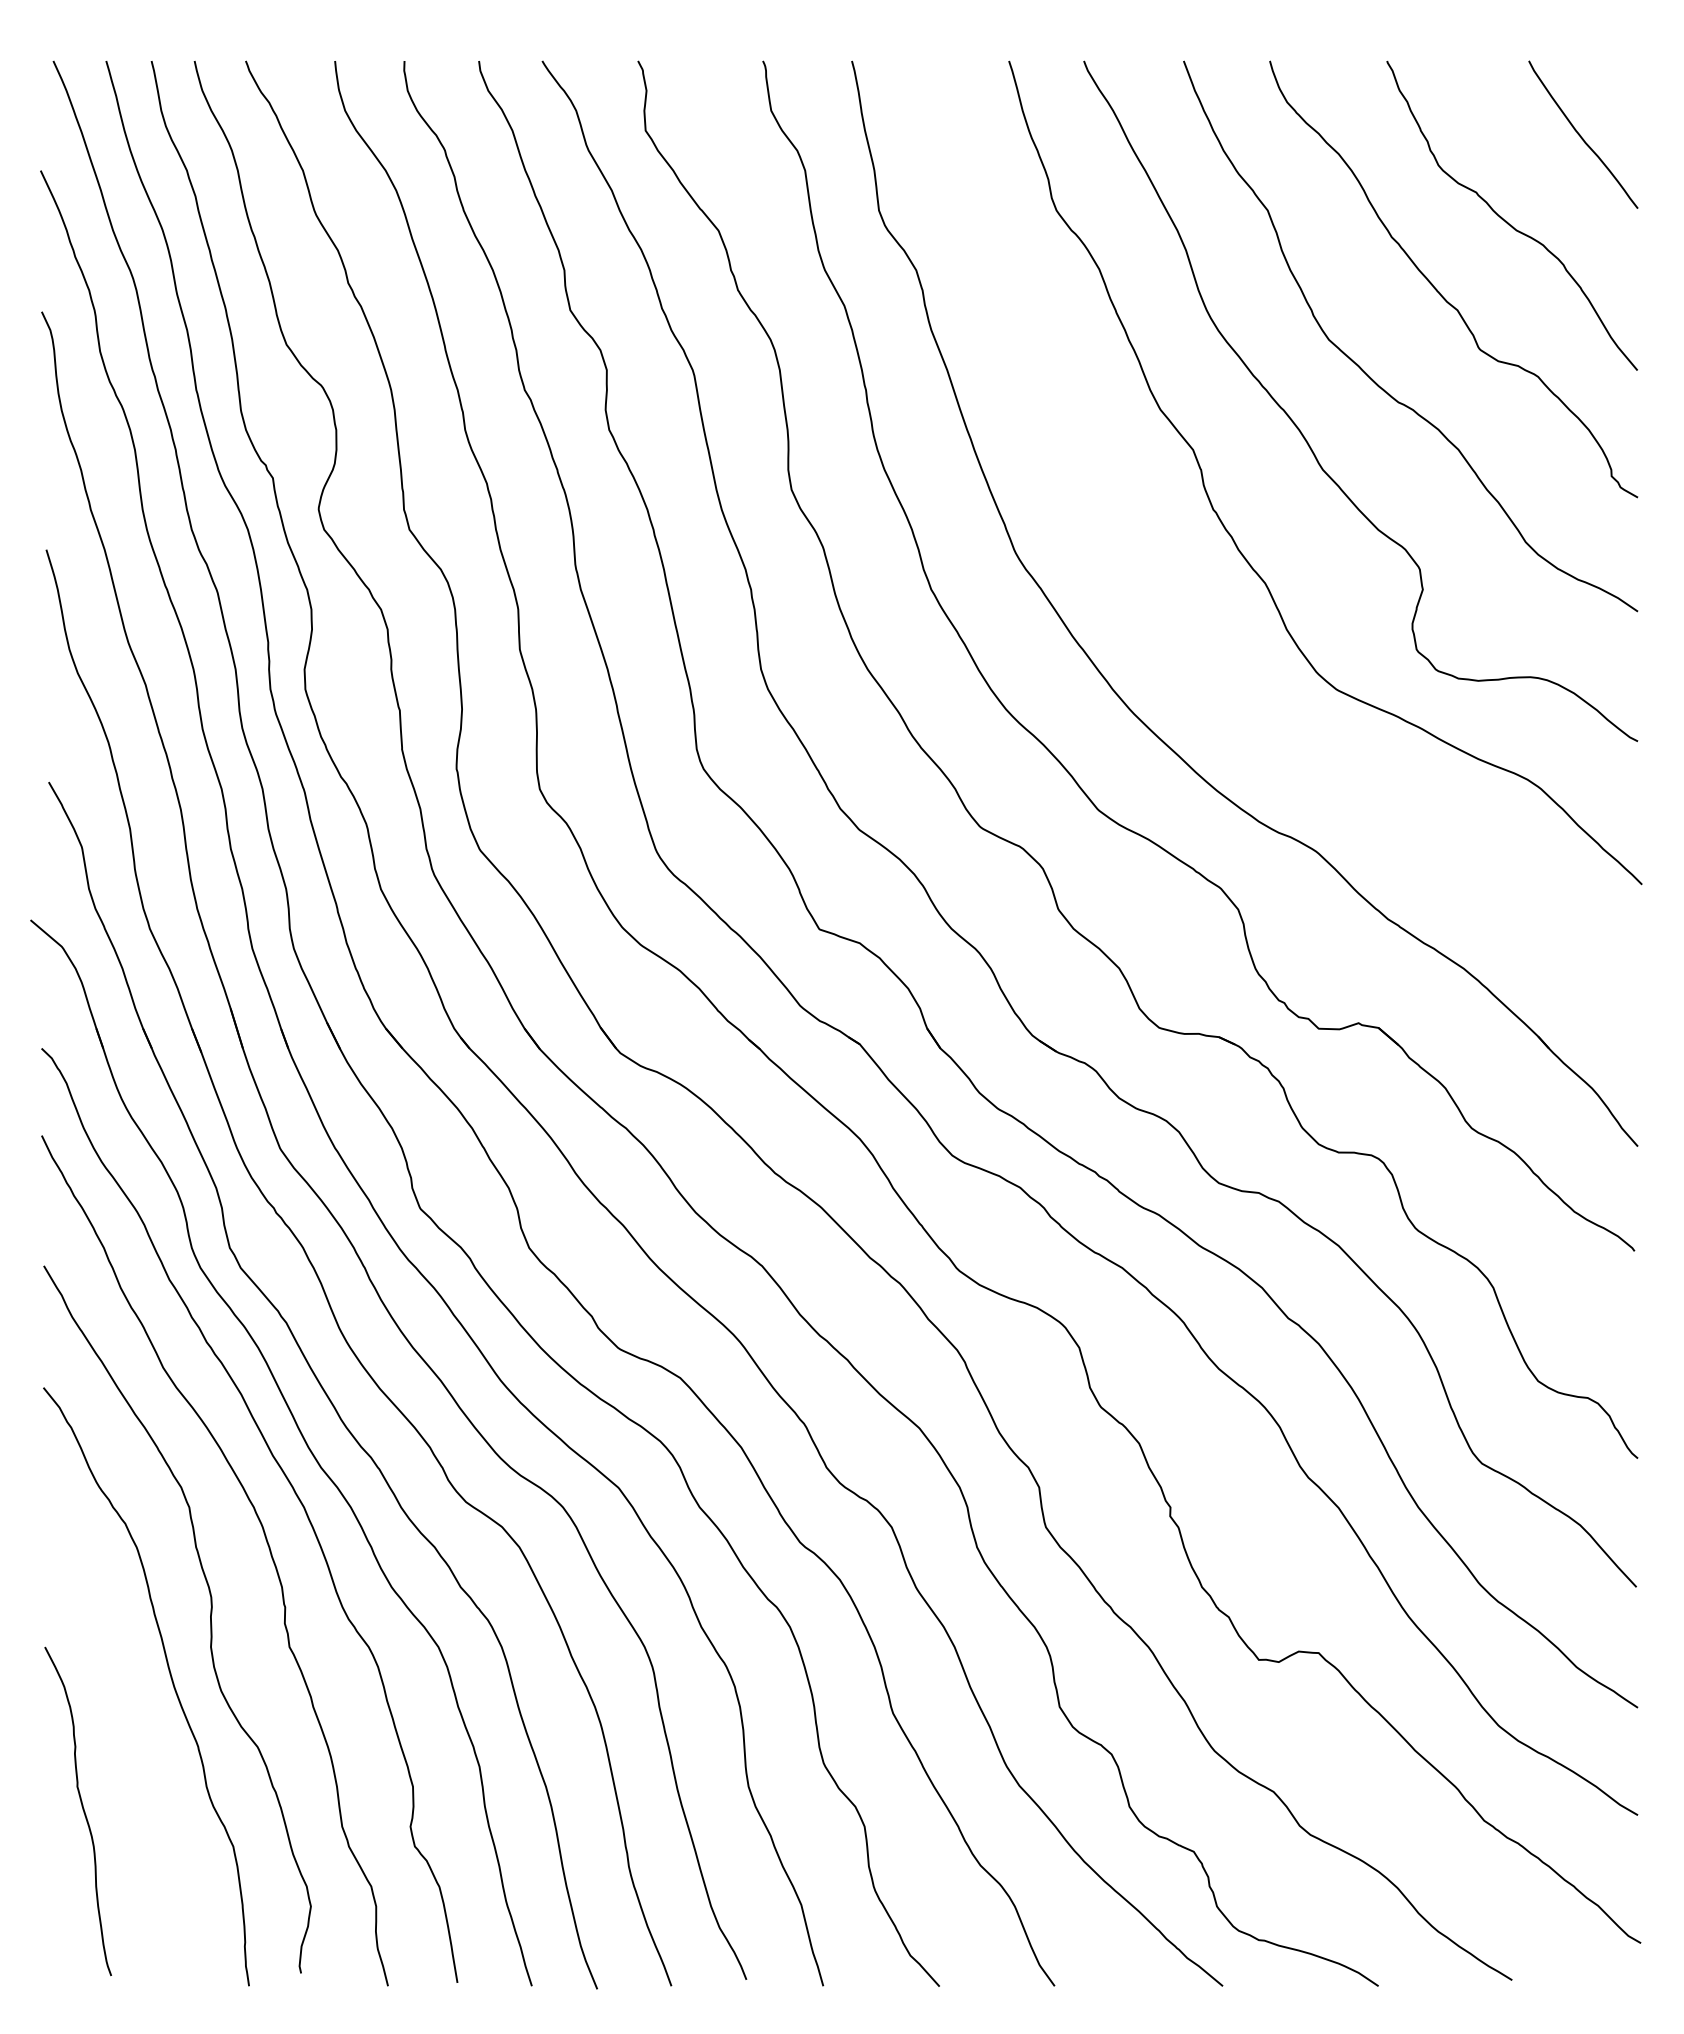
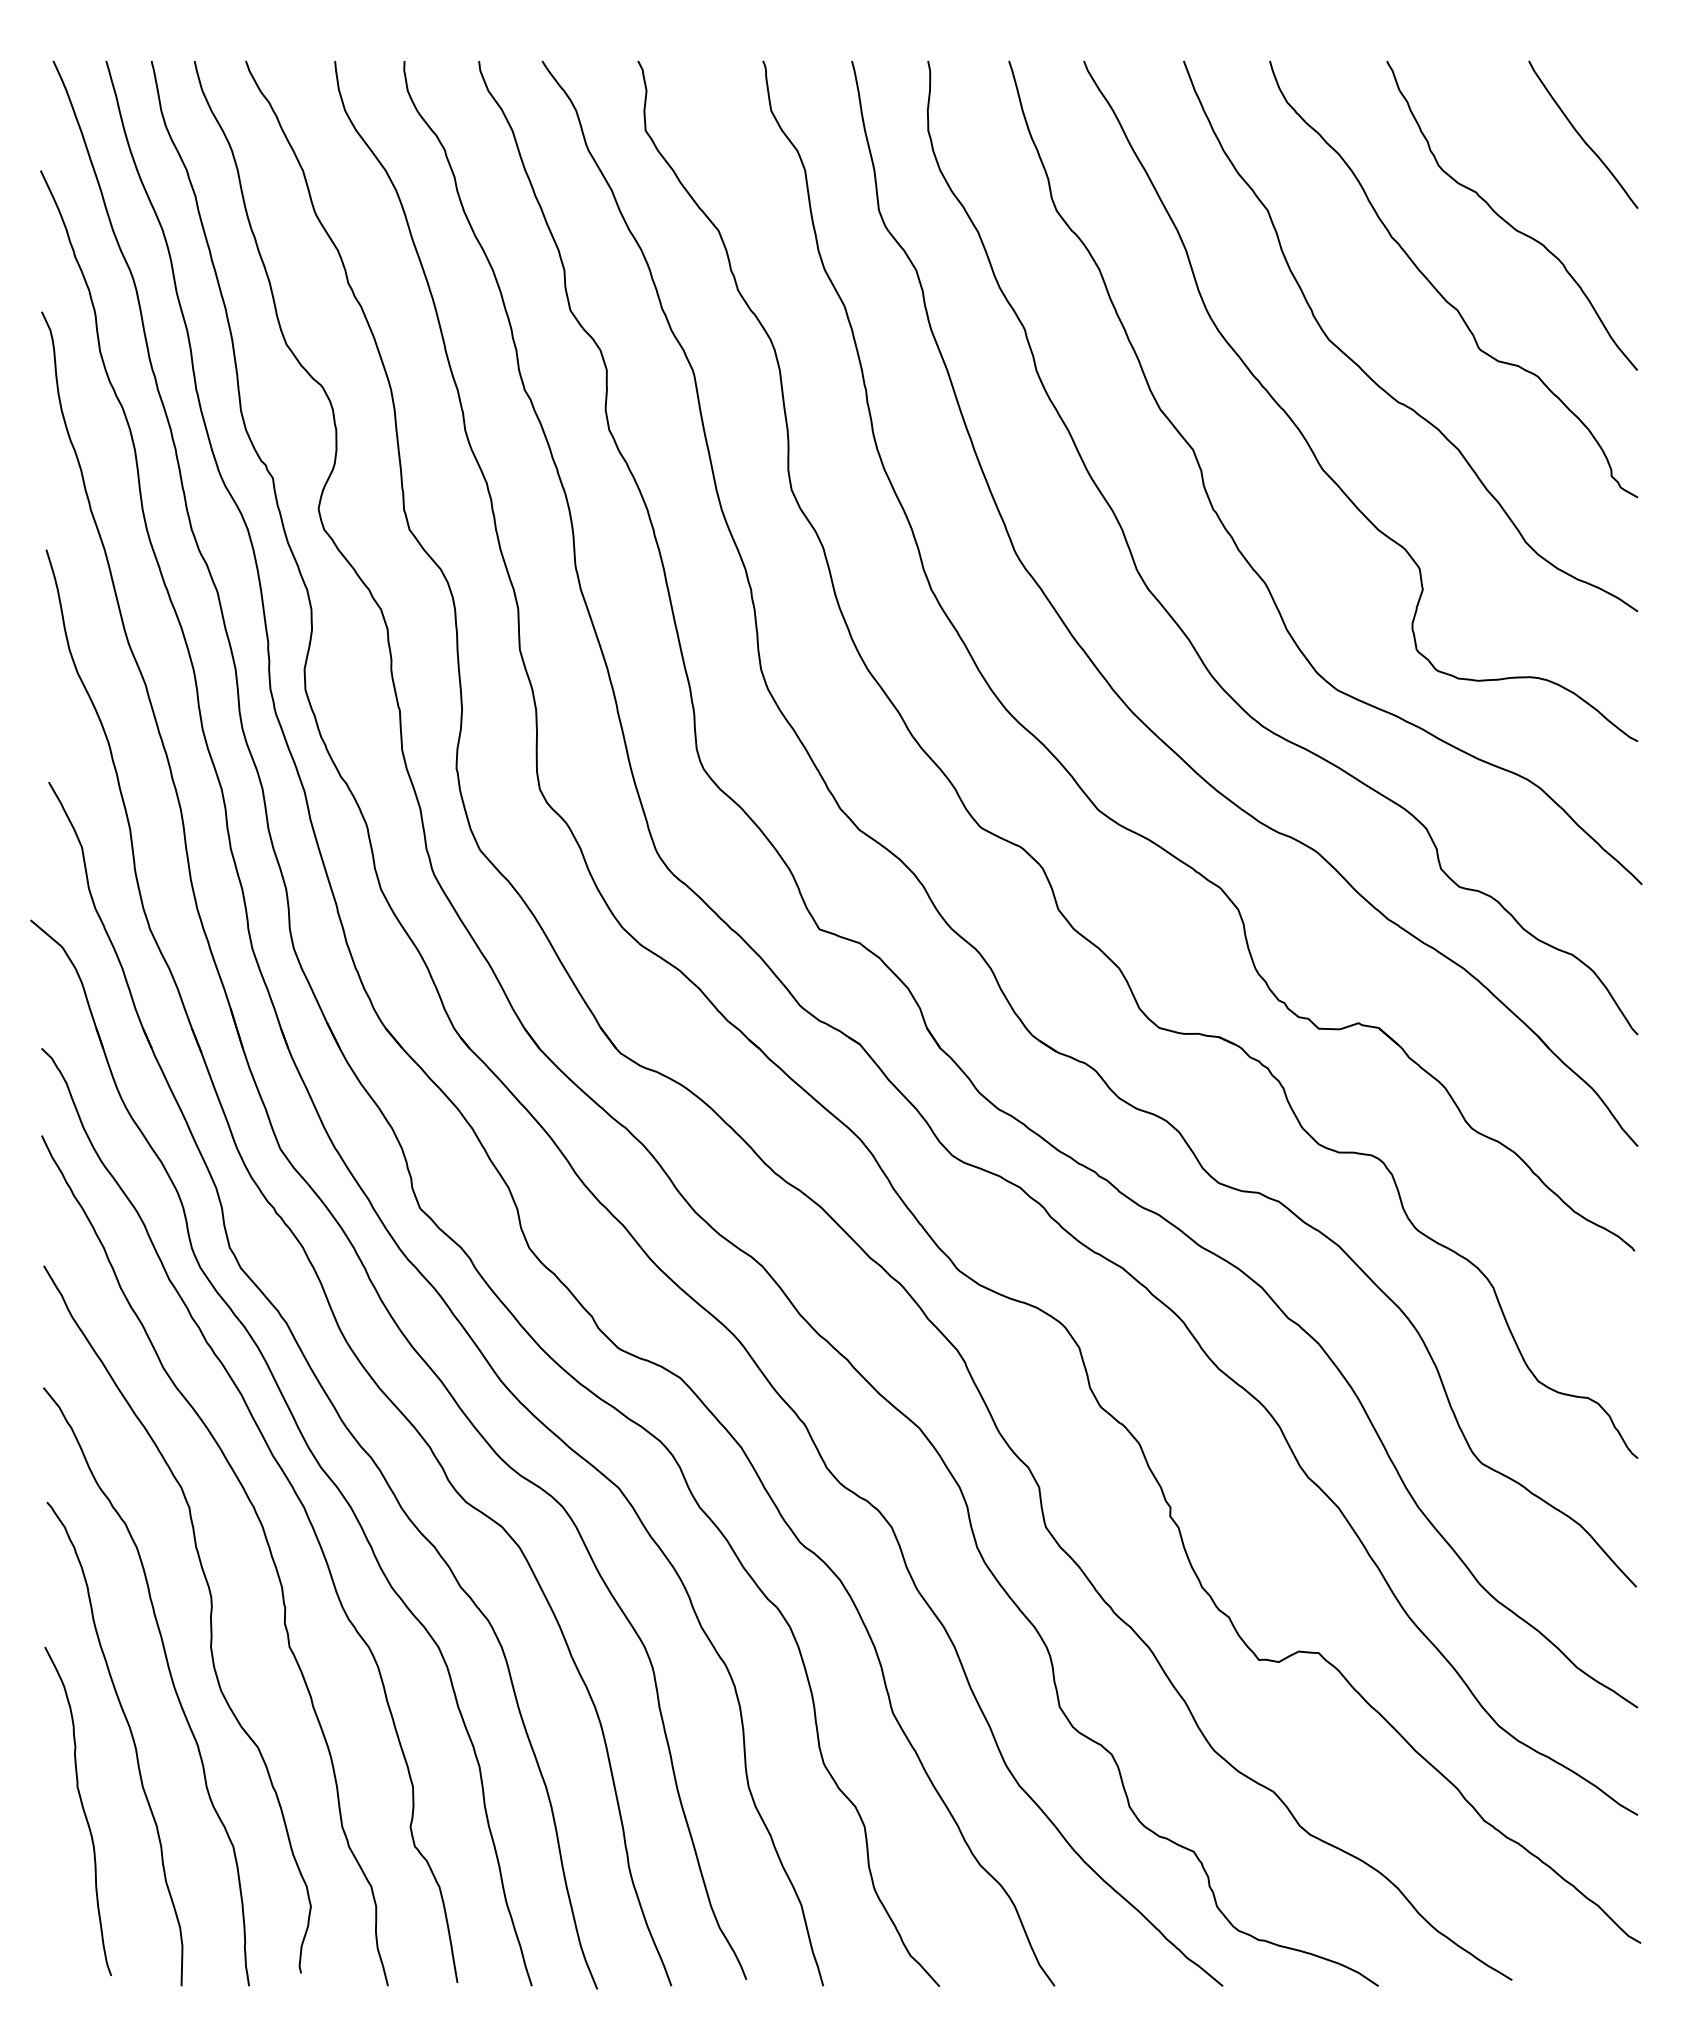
curve at (1180, 626): none -> present
curve at (131, 1737): none -> present
